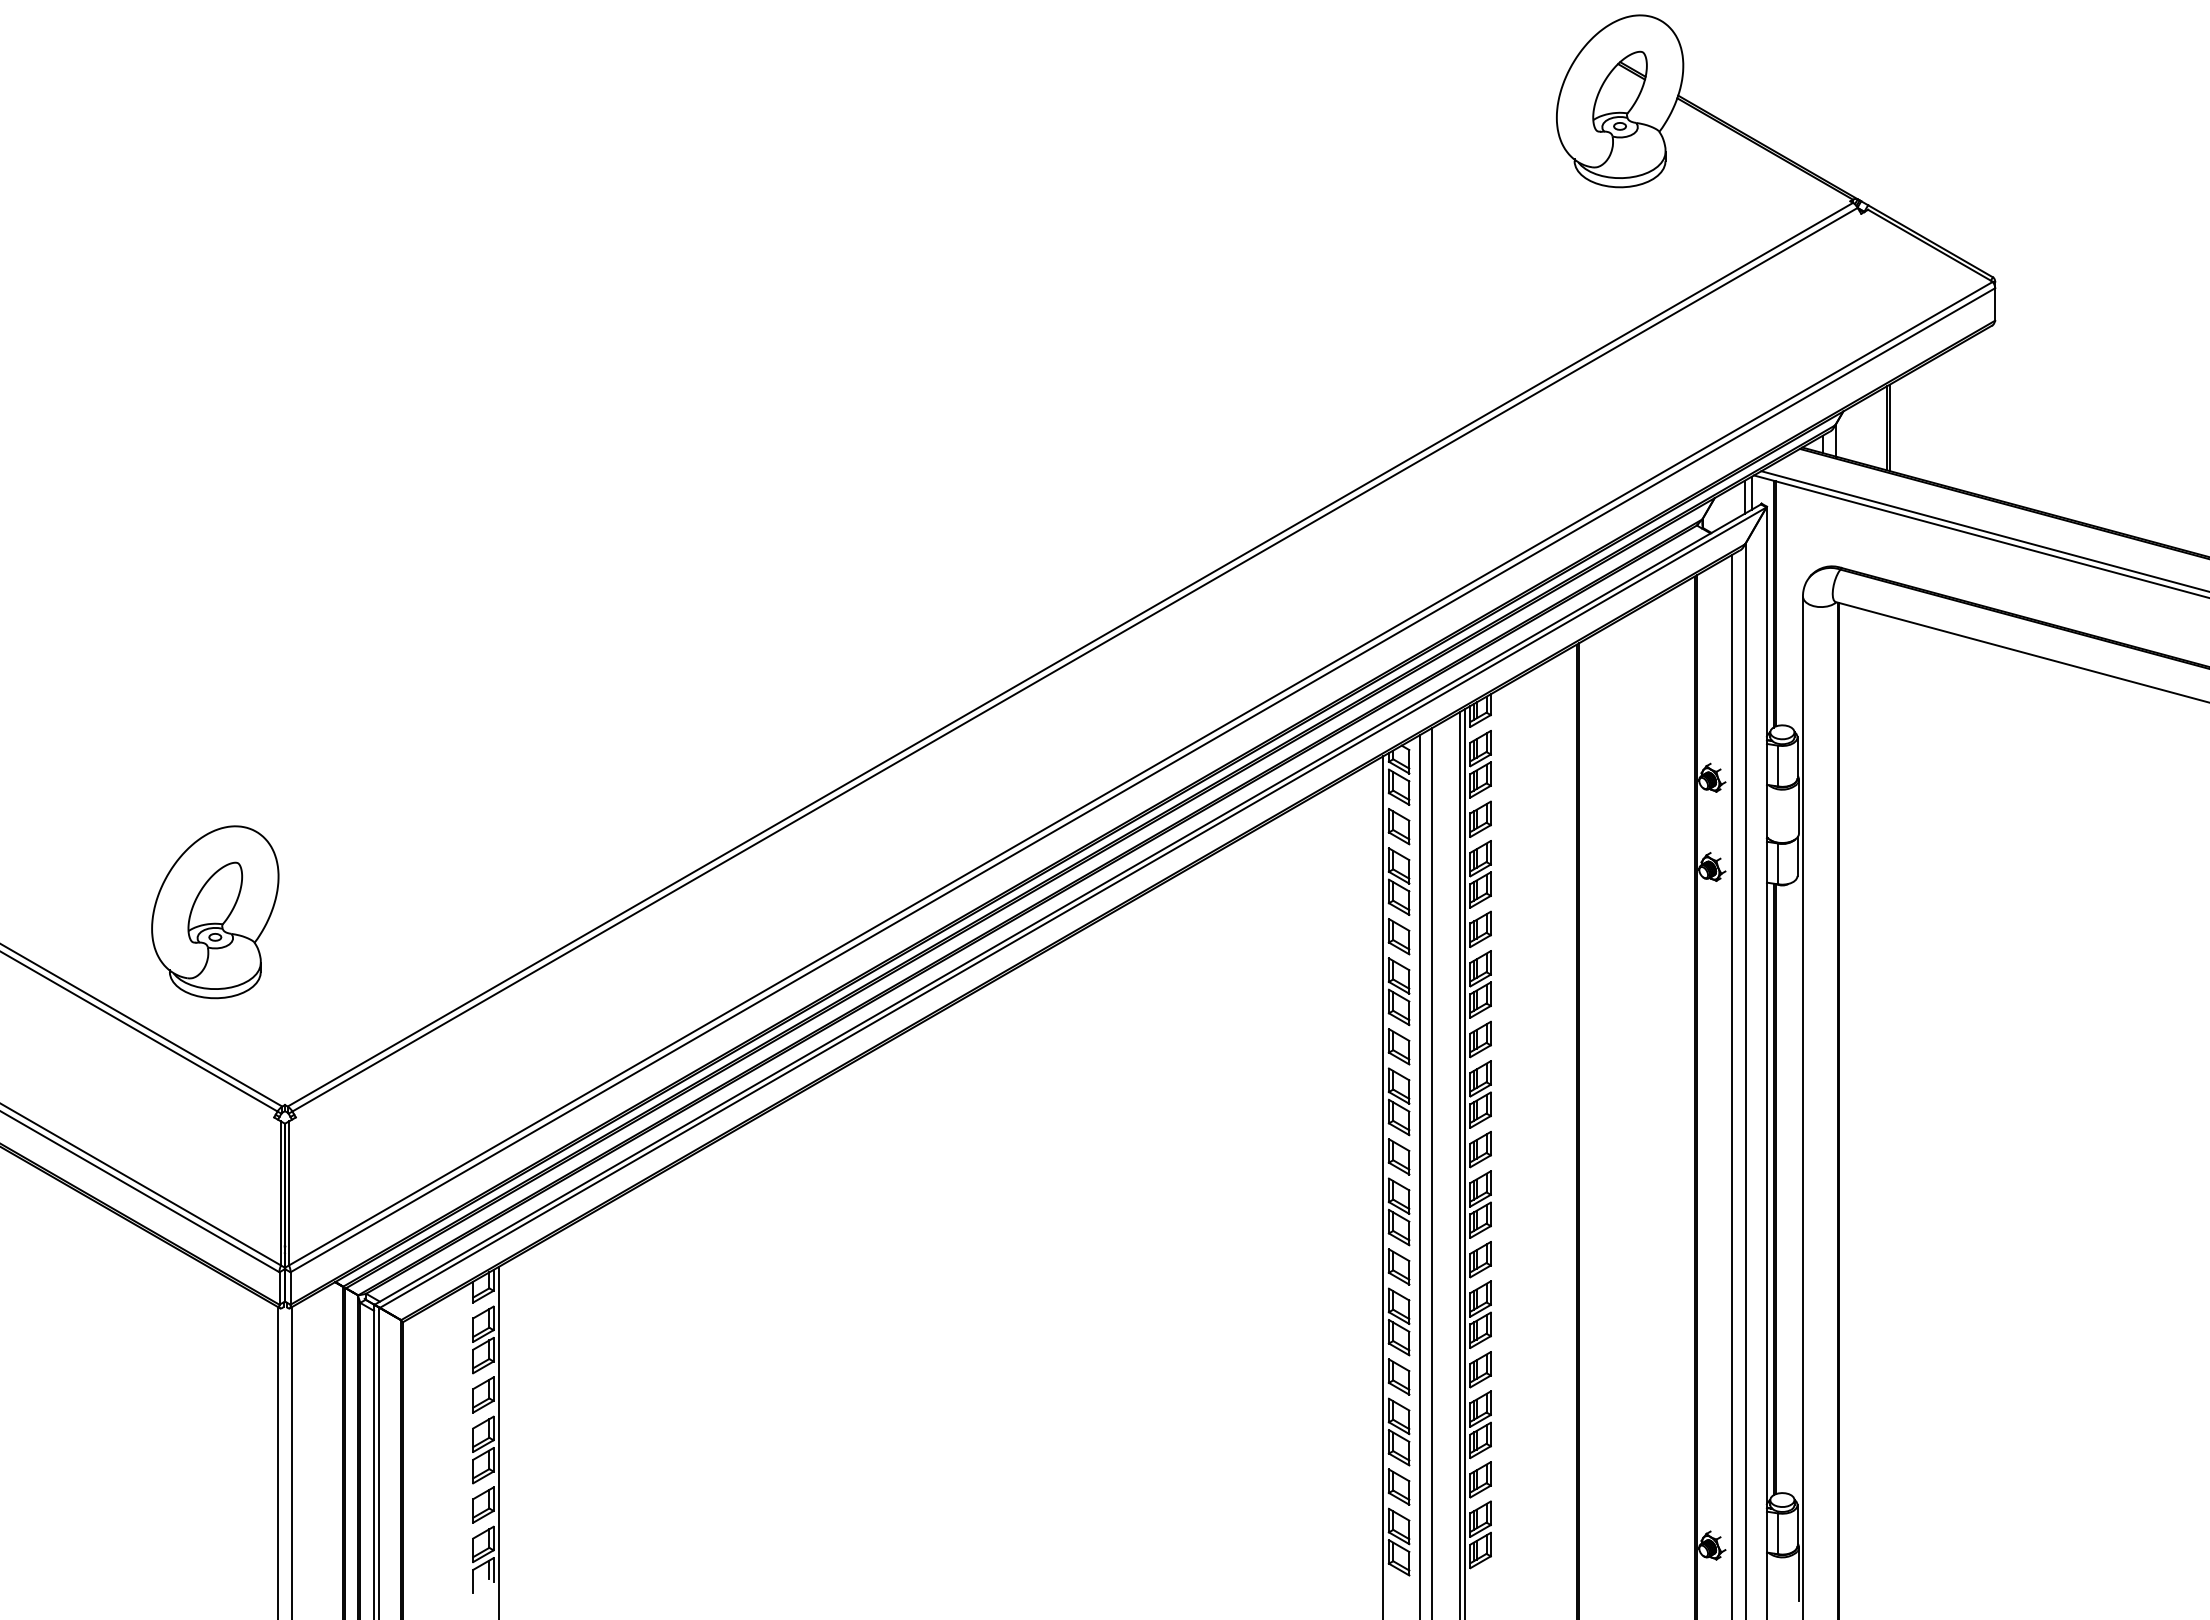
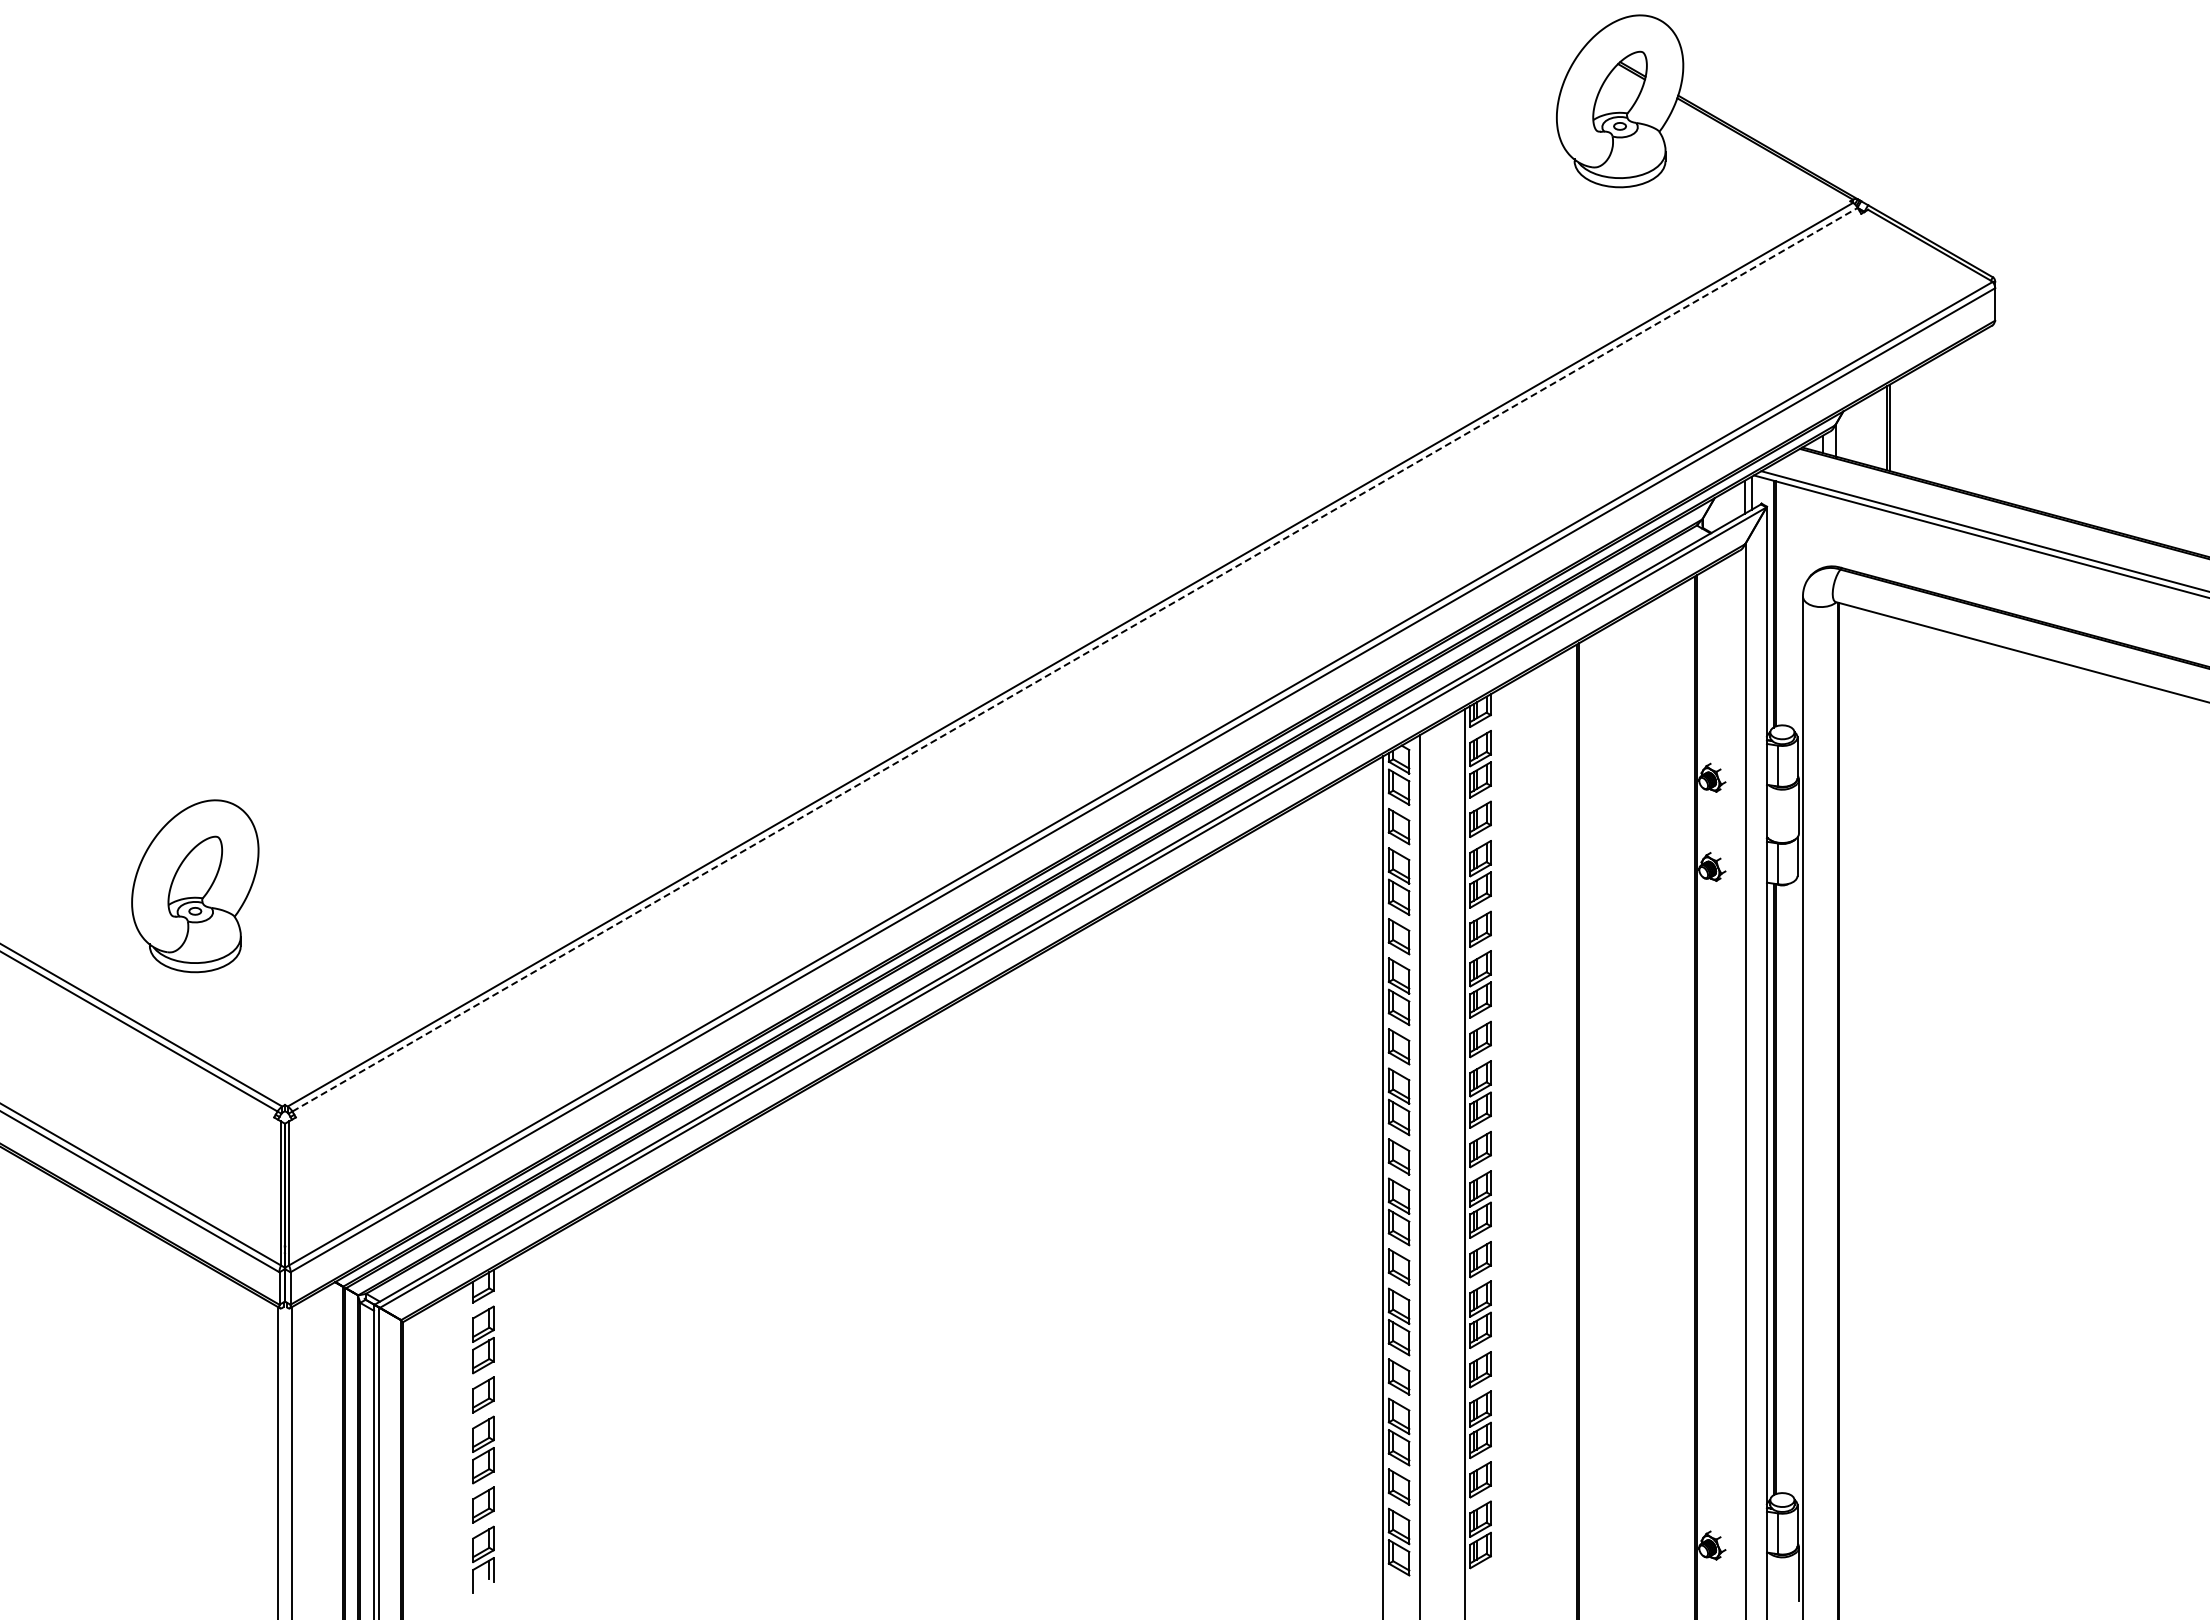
line at (1075, 659): solid -> dashed
part at (215, 912) position: (215, 912) -> (195, 886)
line at (1732, 1085): present -> none
line at (1460, 1163): present -> none
line at (1431, 1172): present -> none
line at (499, 1441): present -> none
